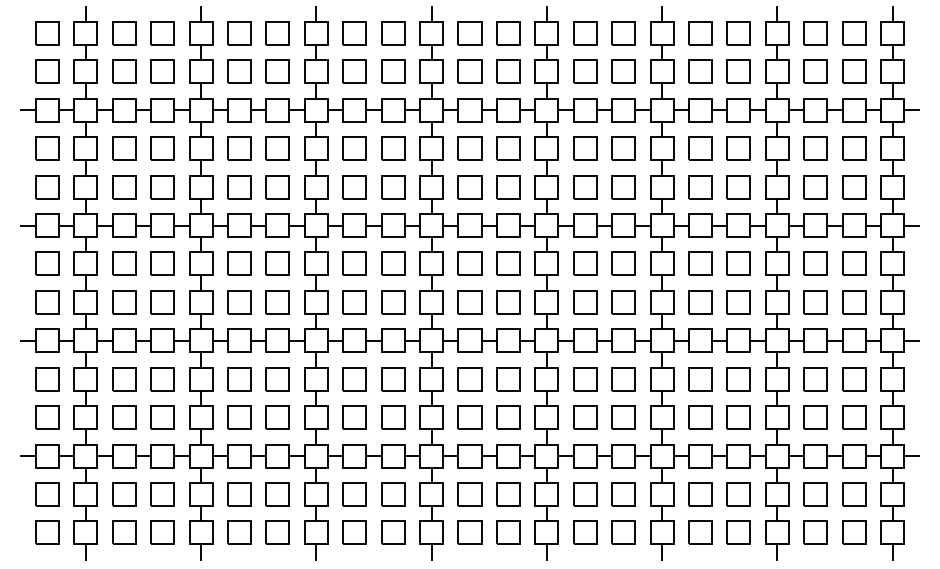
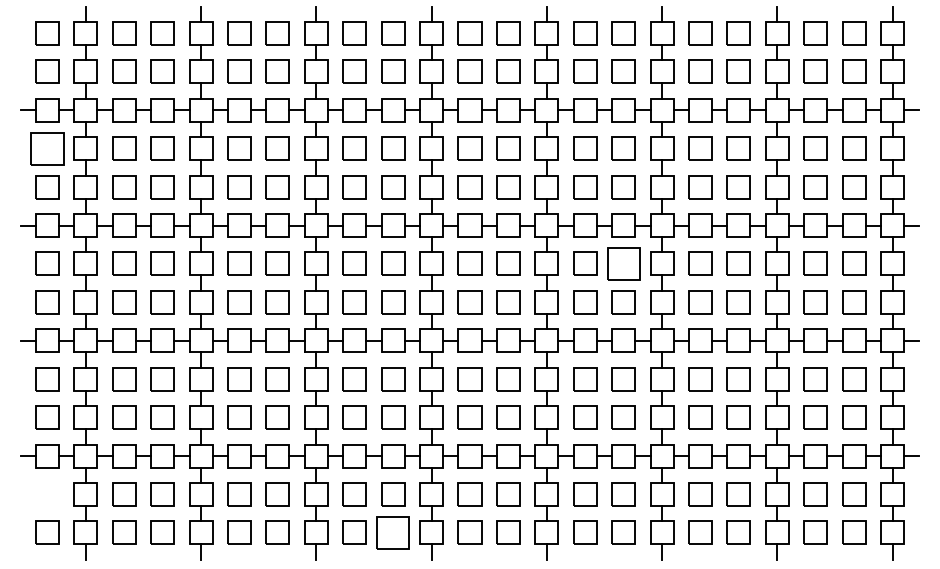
part at (47, 148) size: 25x25 px -> 35x34 px
part at (623, 263) size: 25x25 px -> 34x34 px
part at (47, 494): present -> none
part at (393, 532) size: 25x25 px -> 34x34 px
